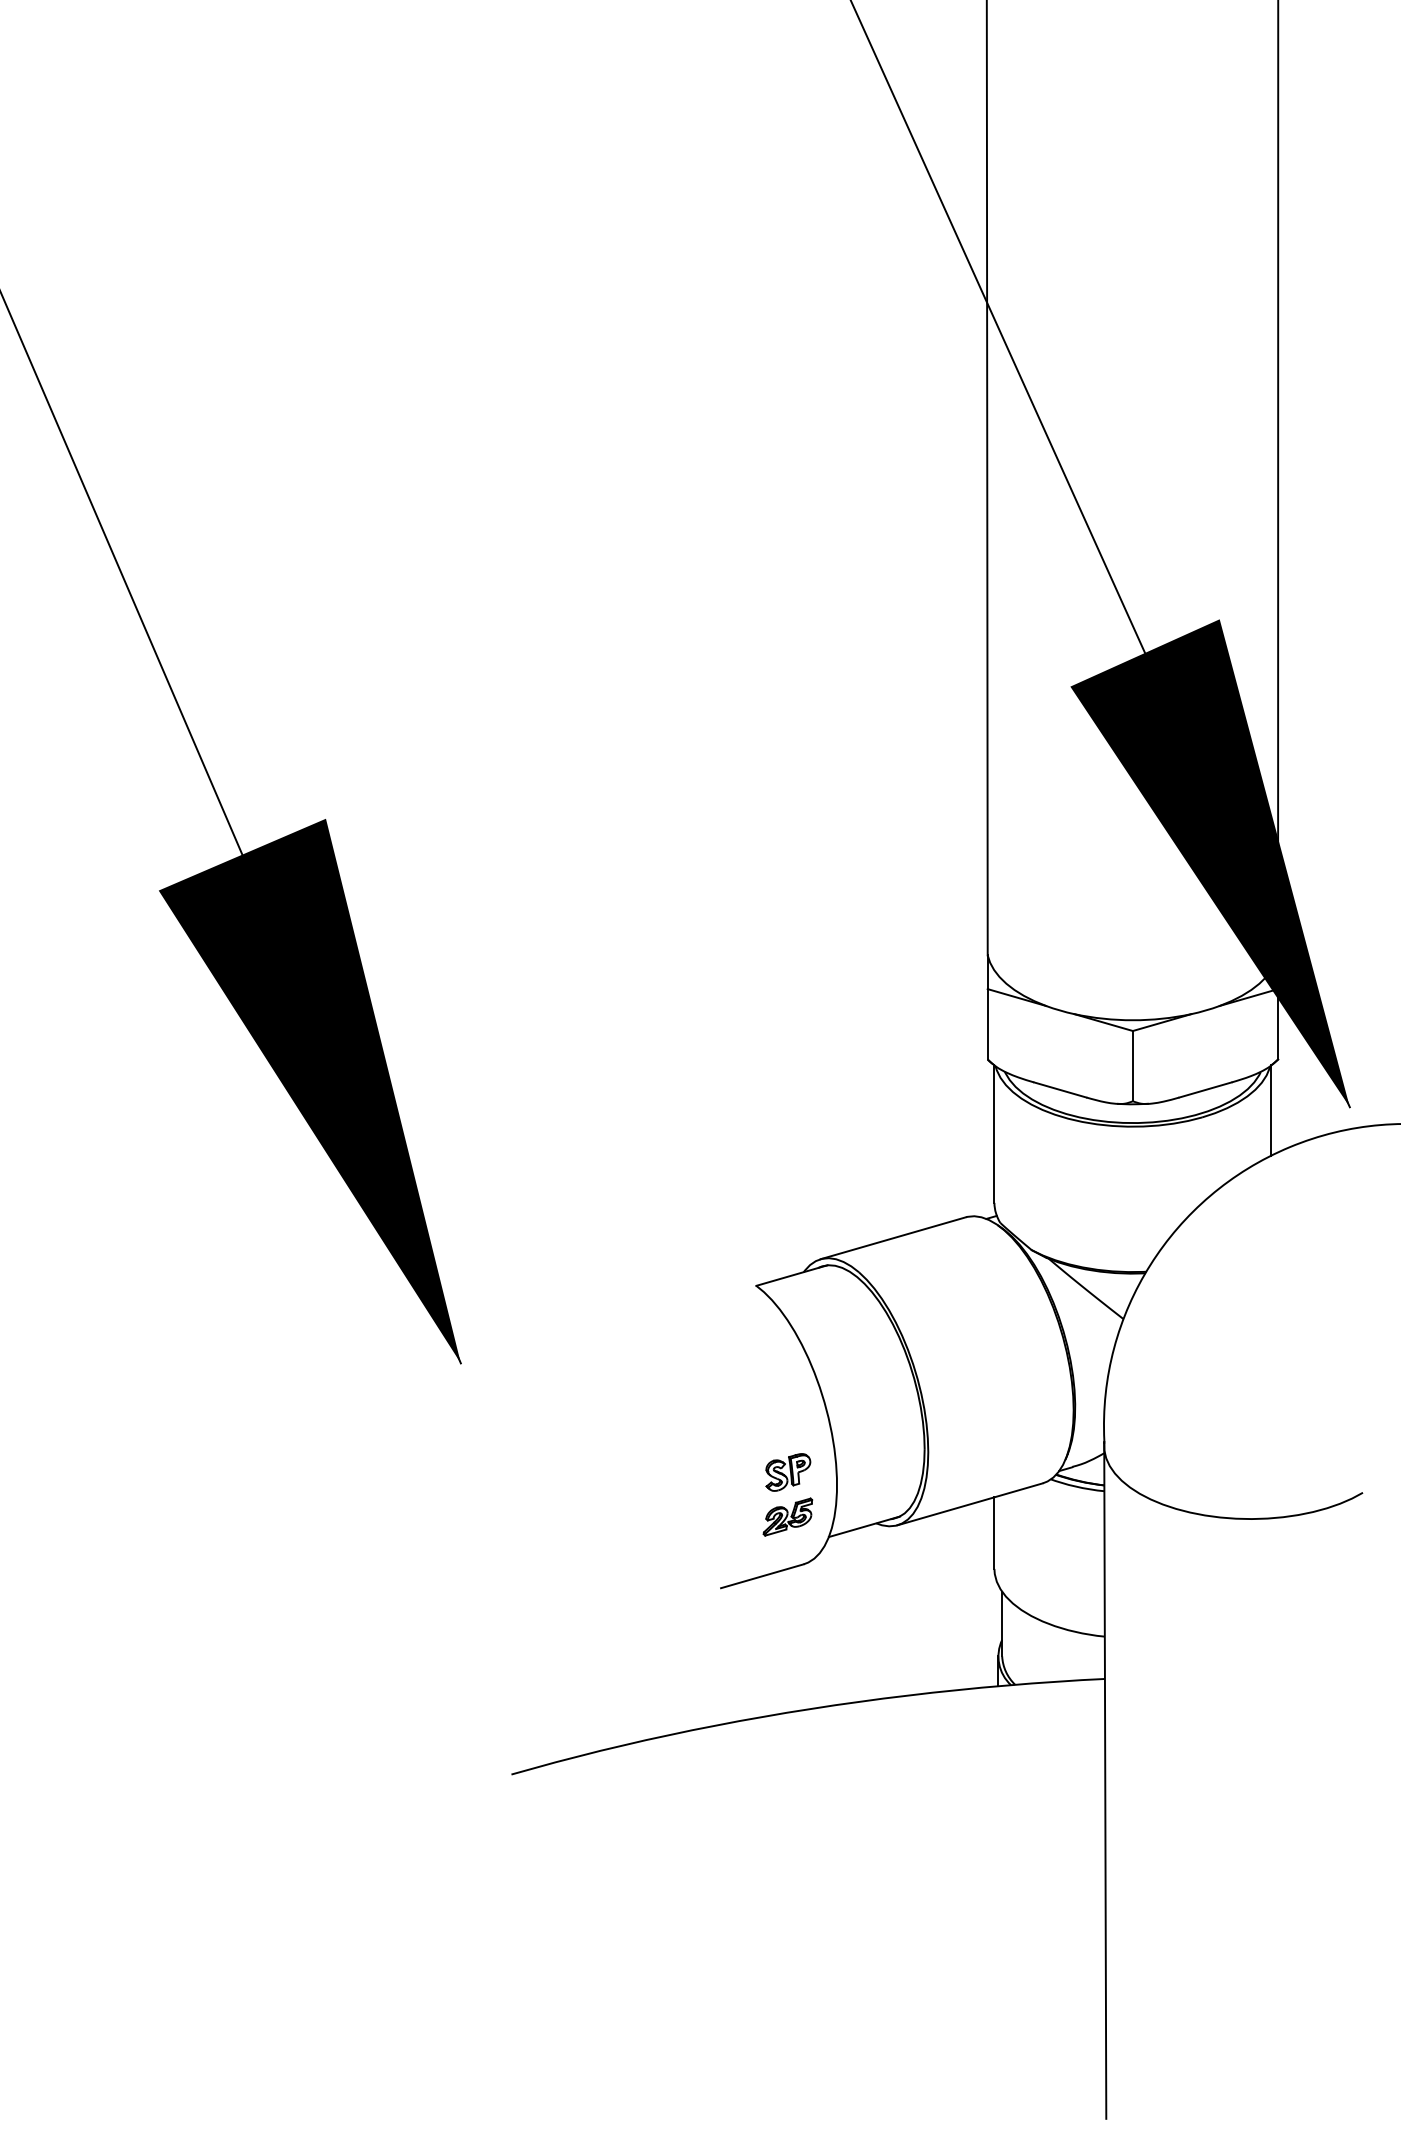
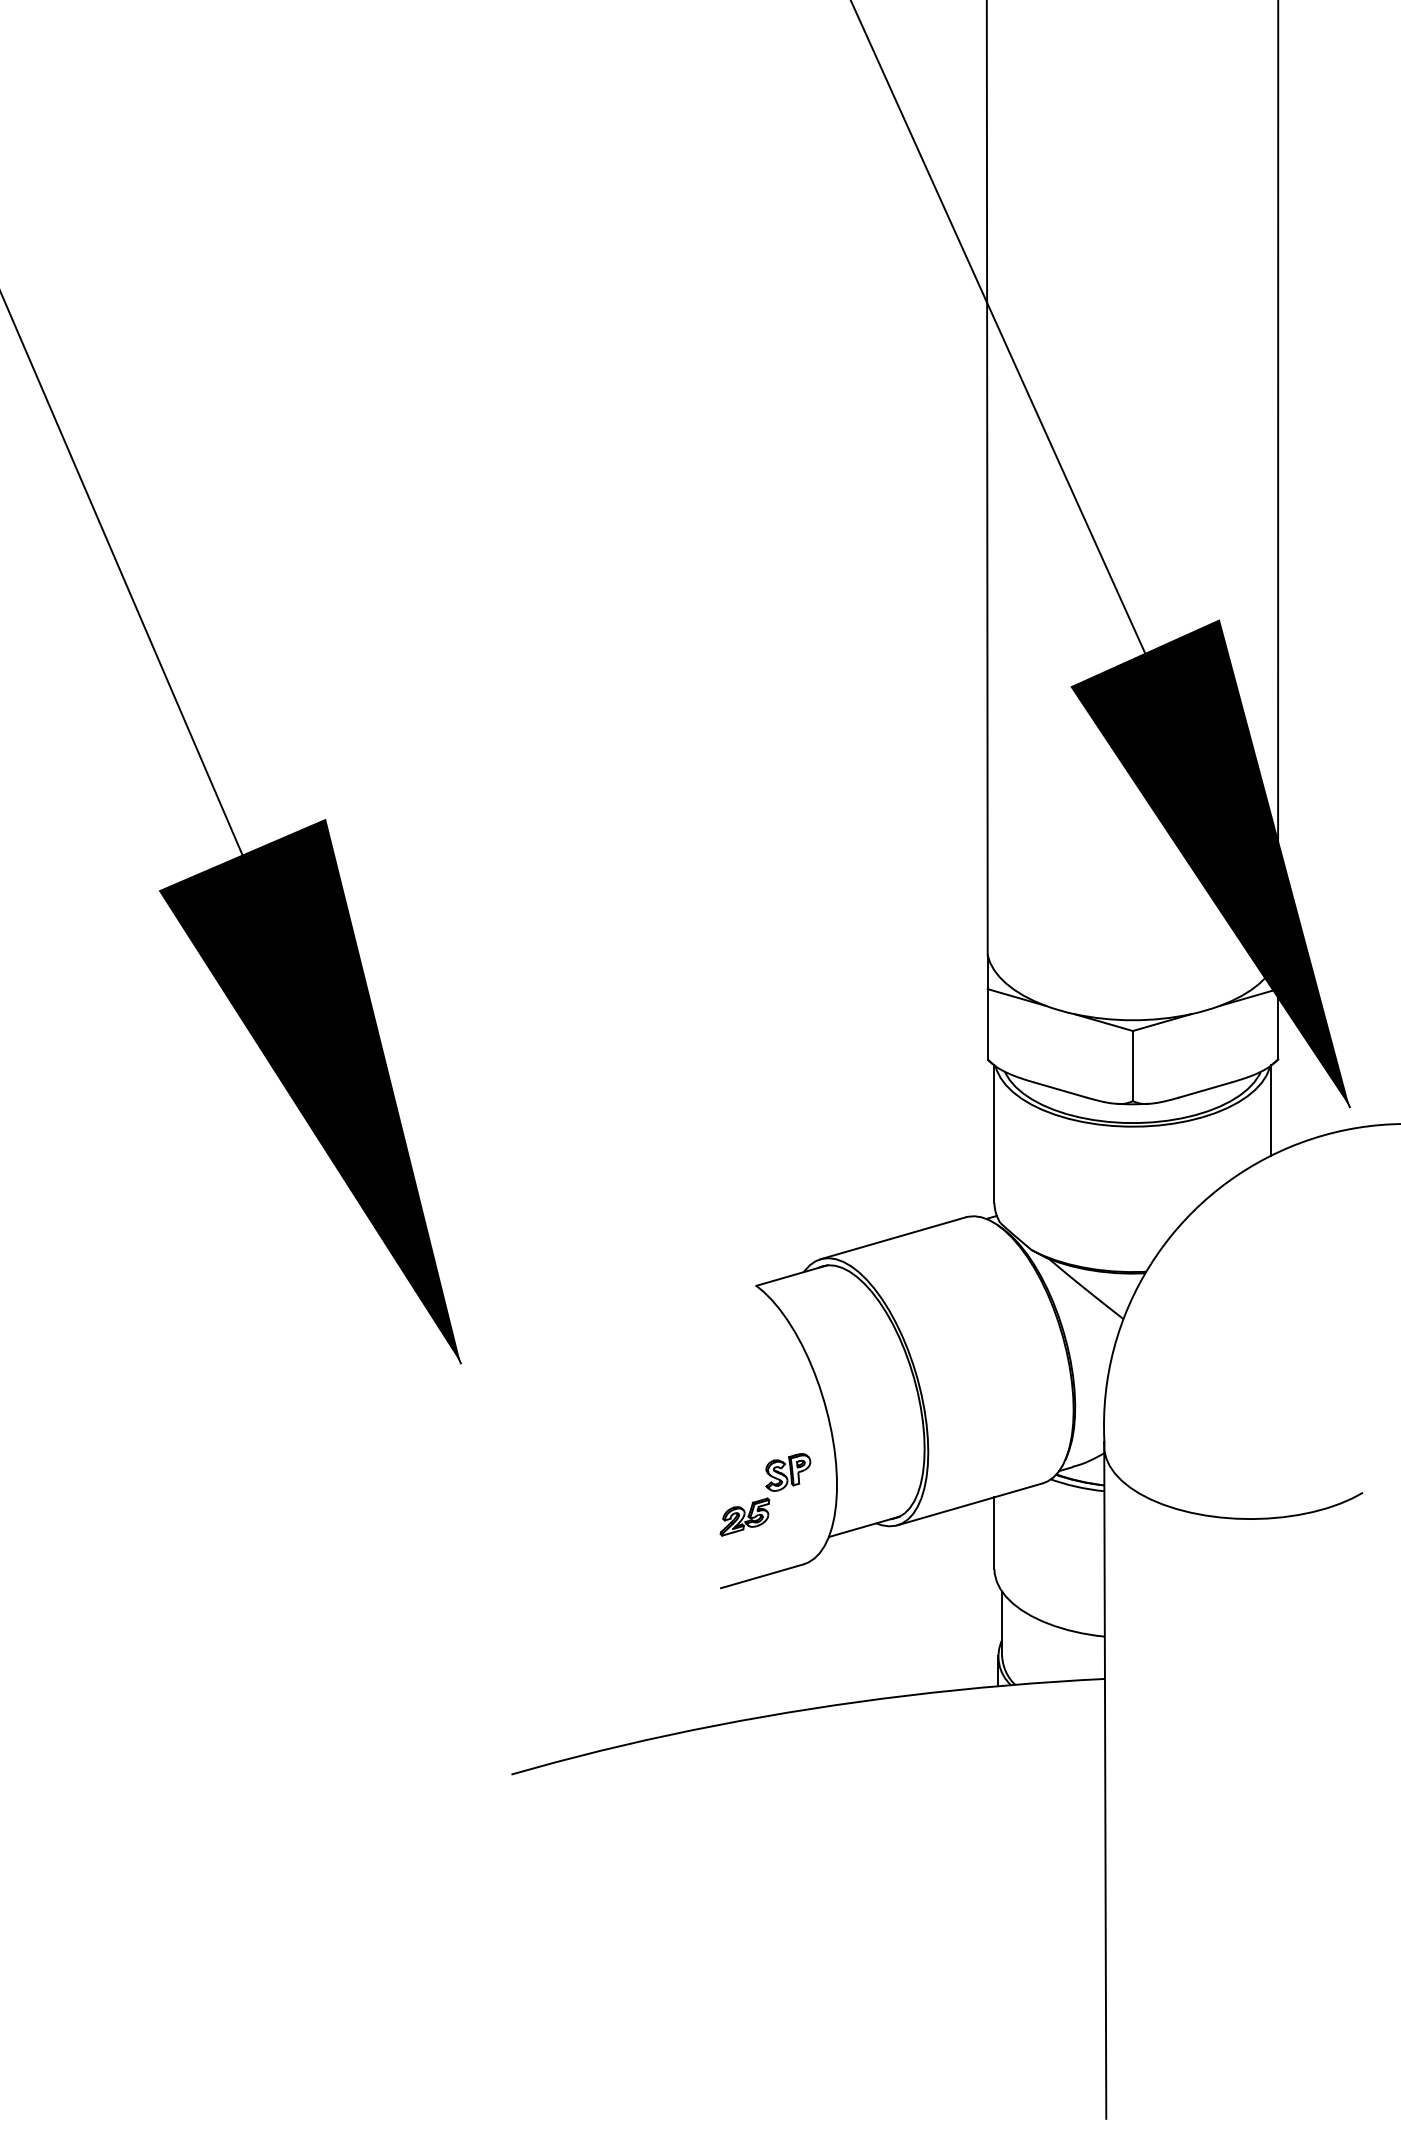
part at (787, 1516) position: (787, 1516) -> (744, 1516)
